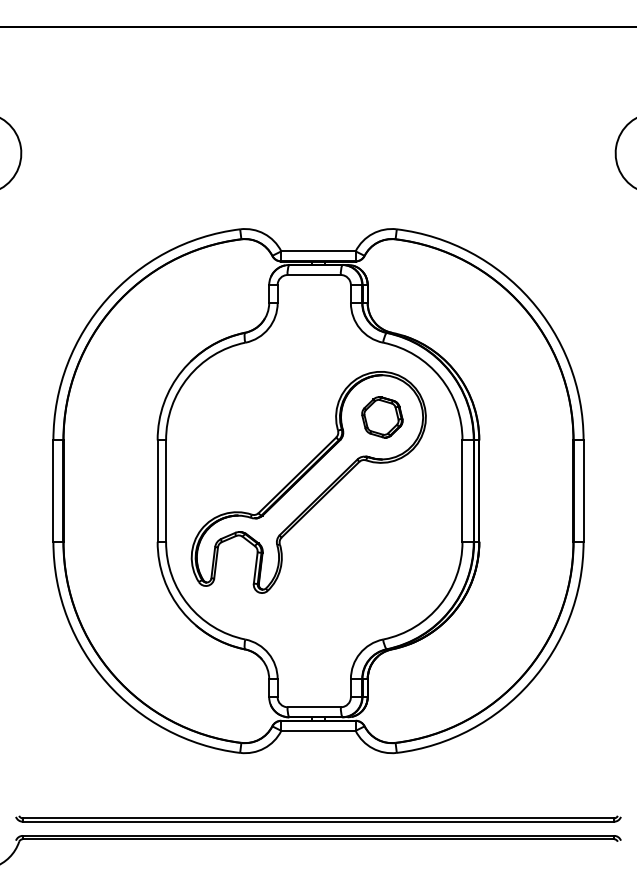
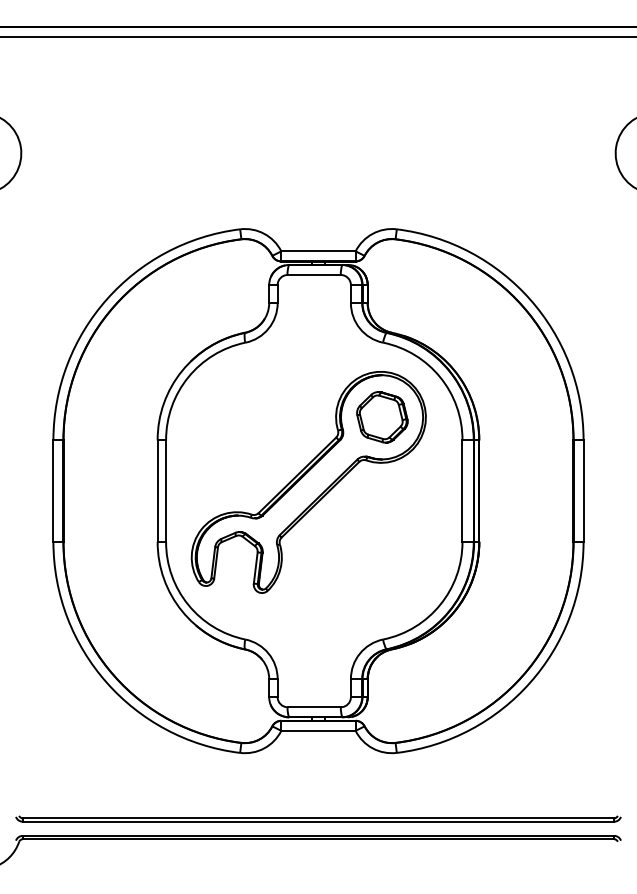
line at (317, 36): none -> present
part at (382, 417) size: 43x43 px -> 53x53 px
